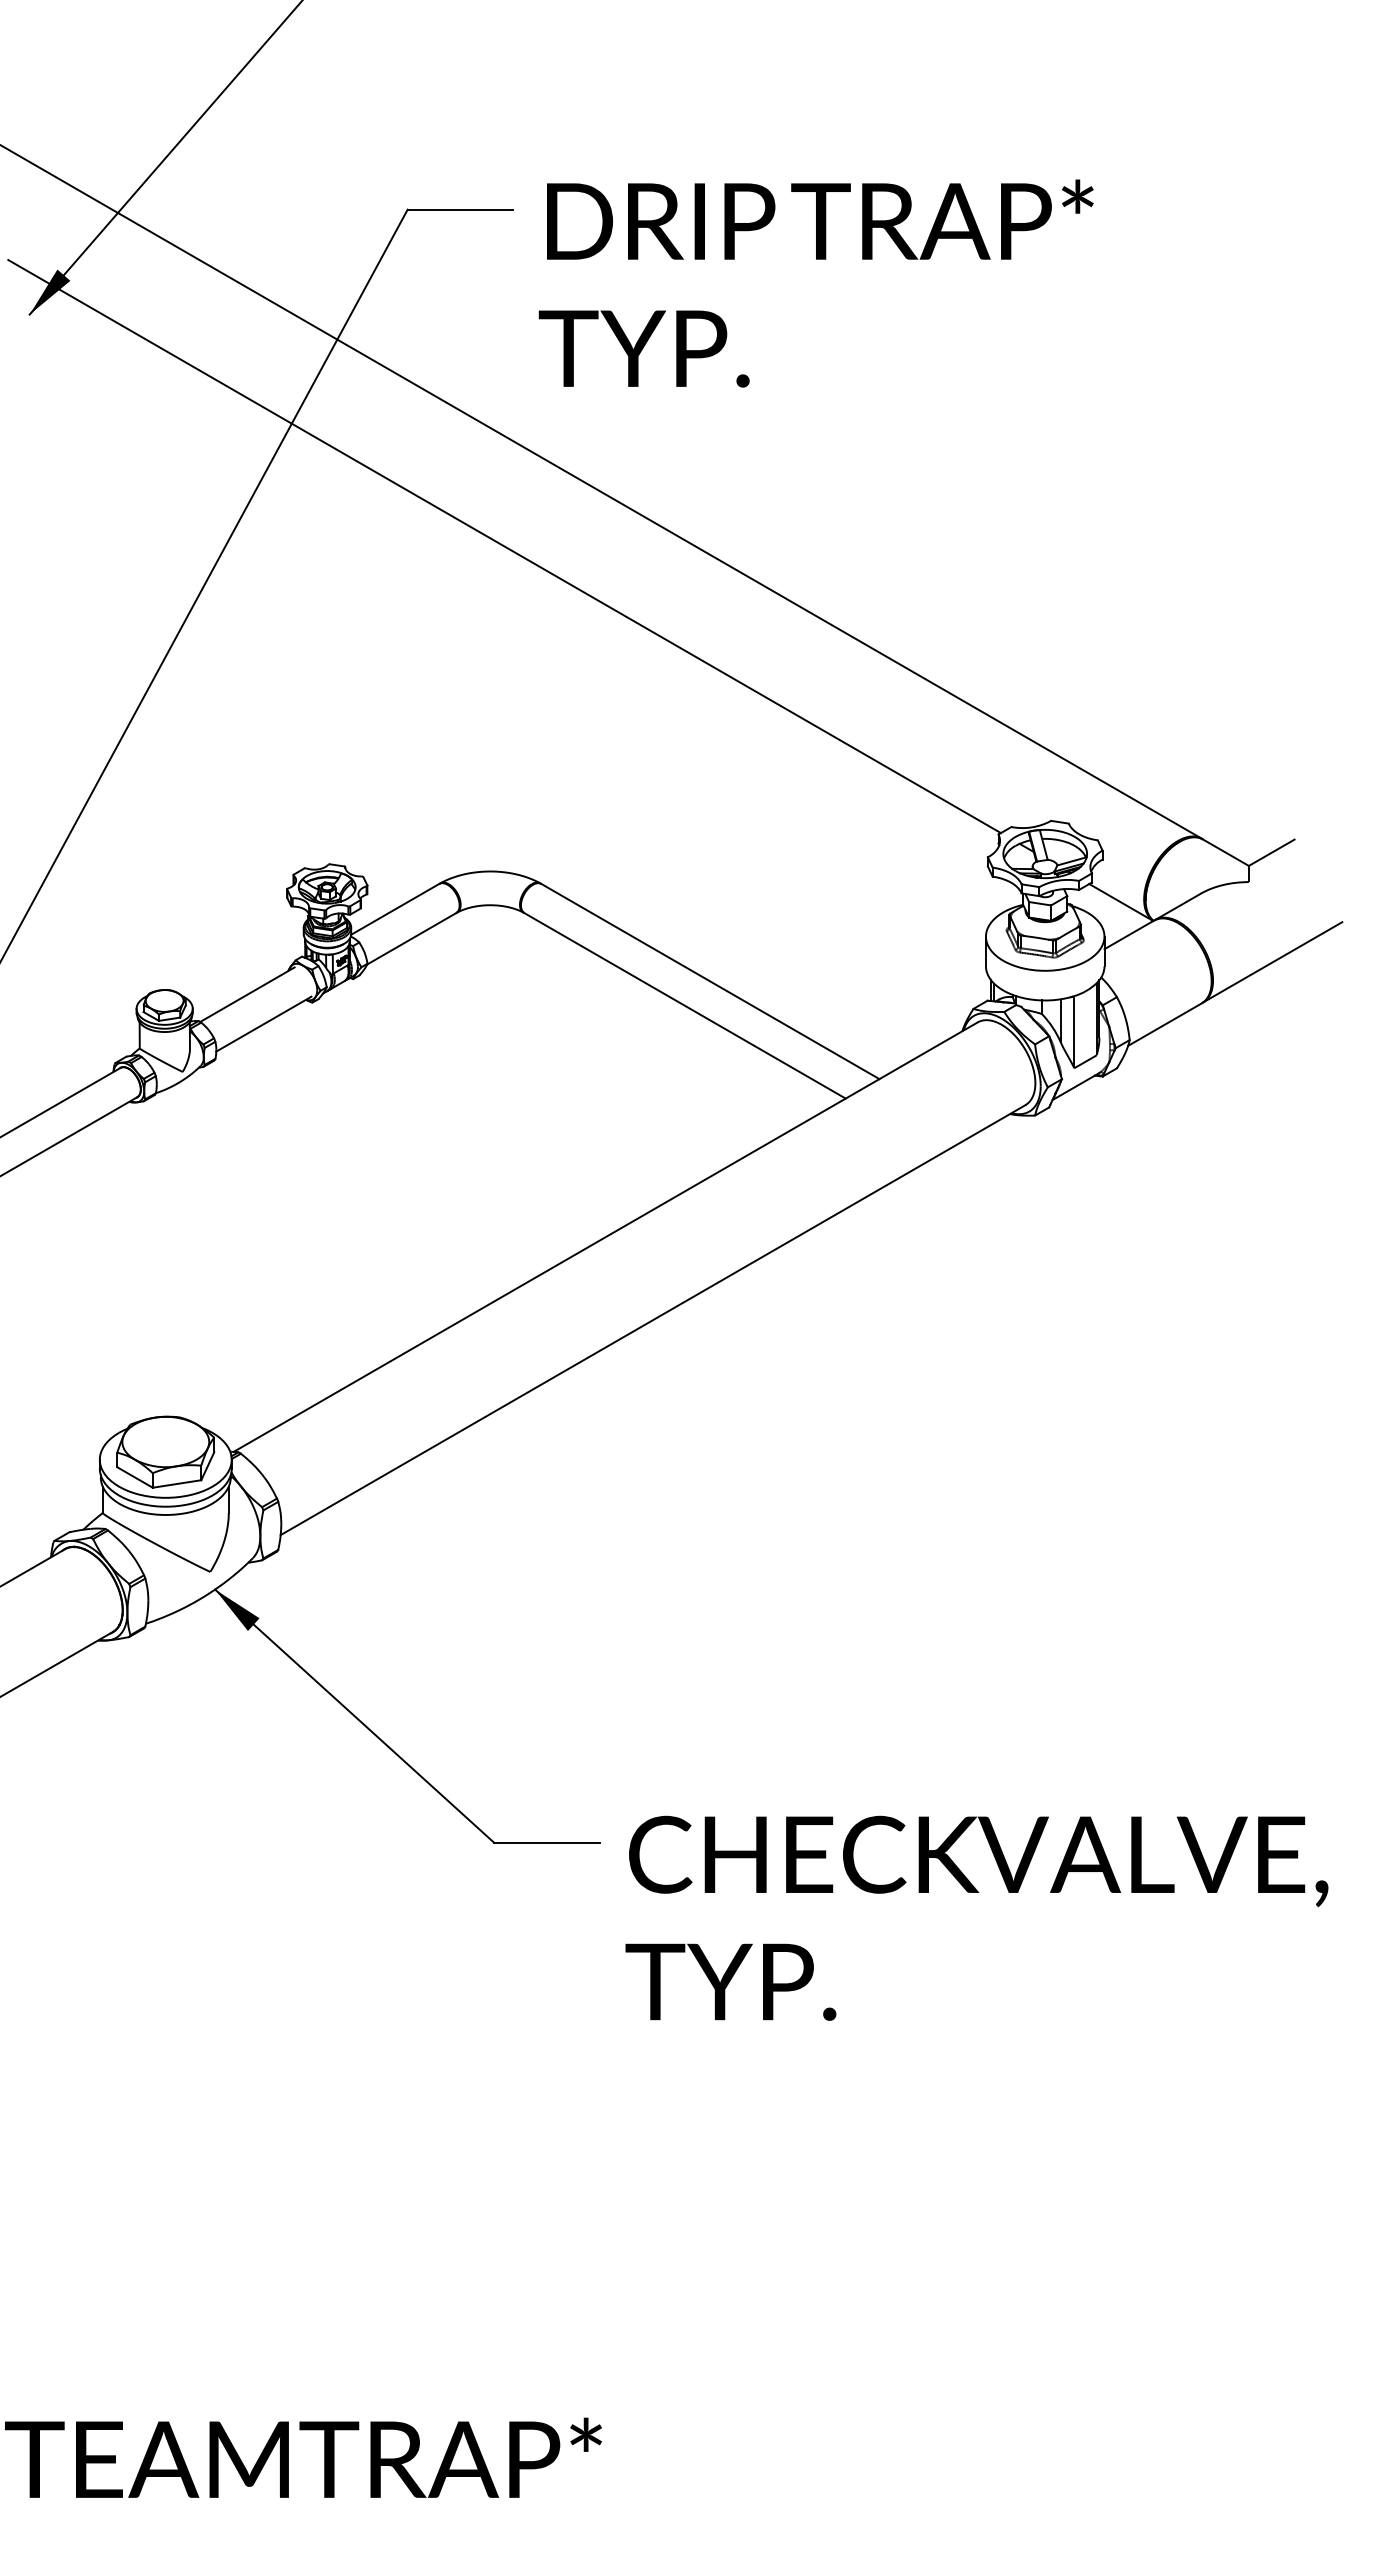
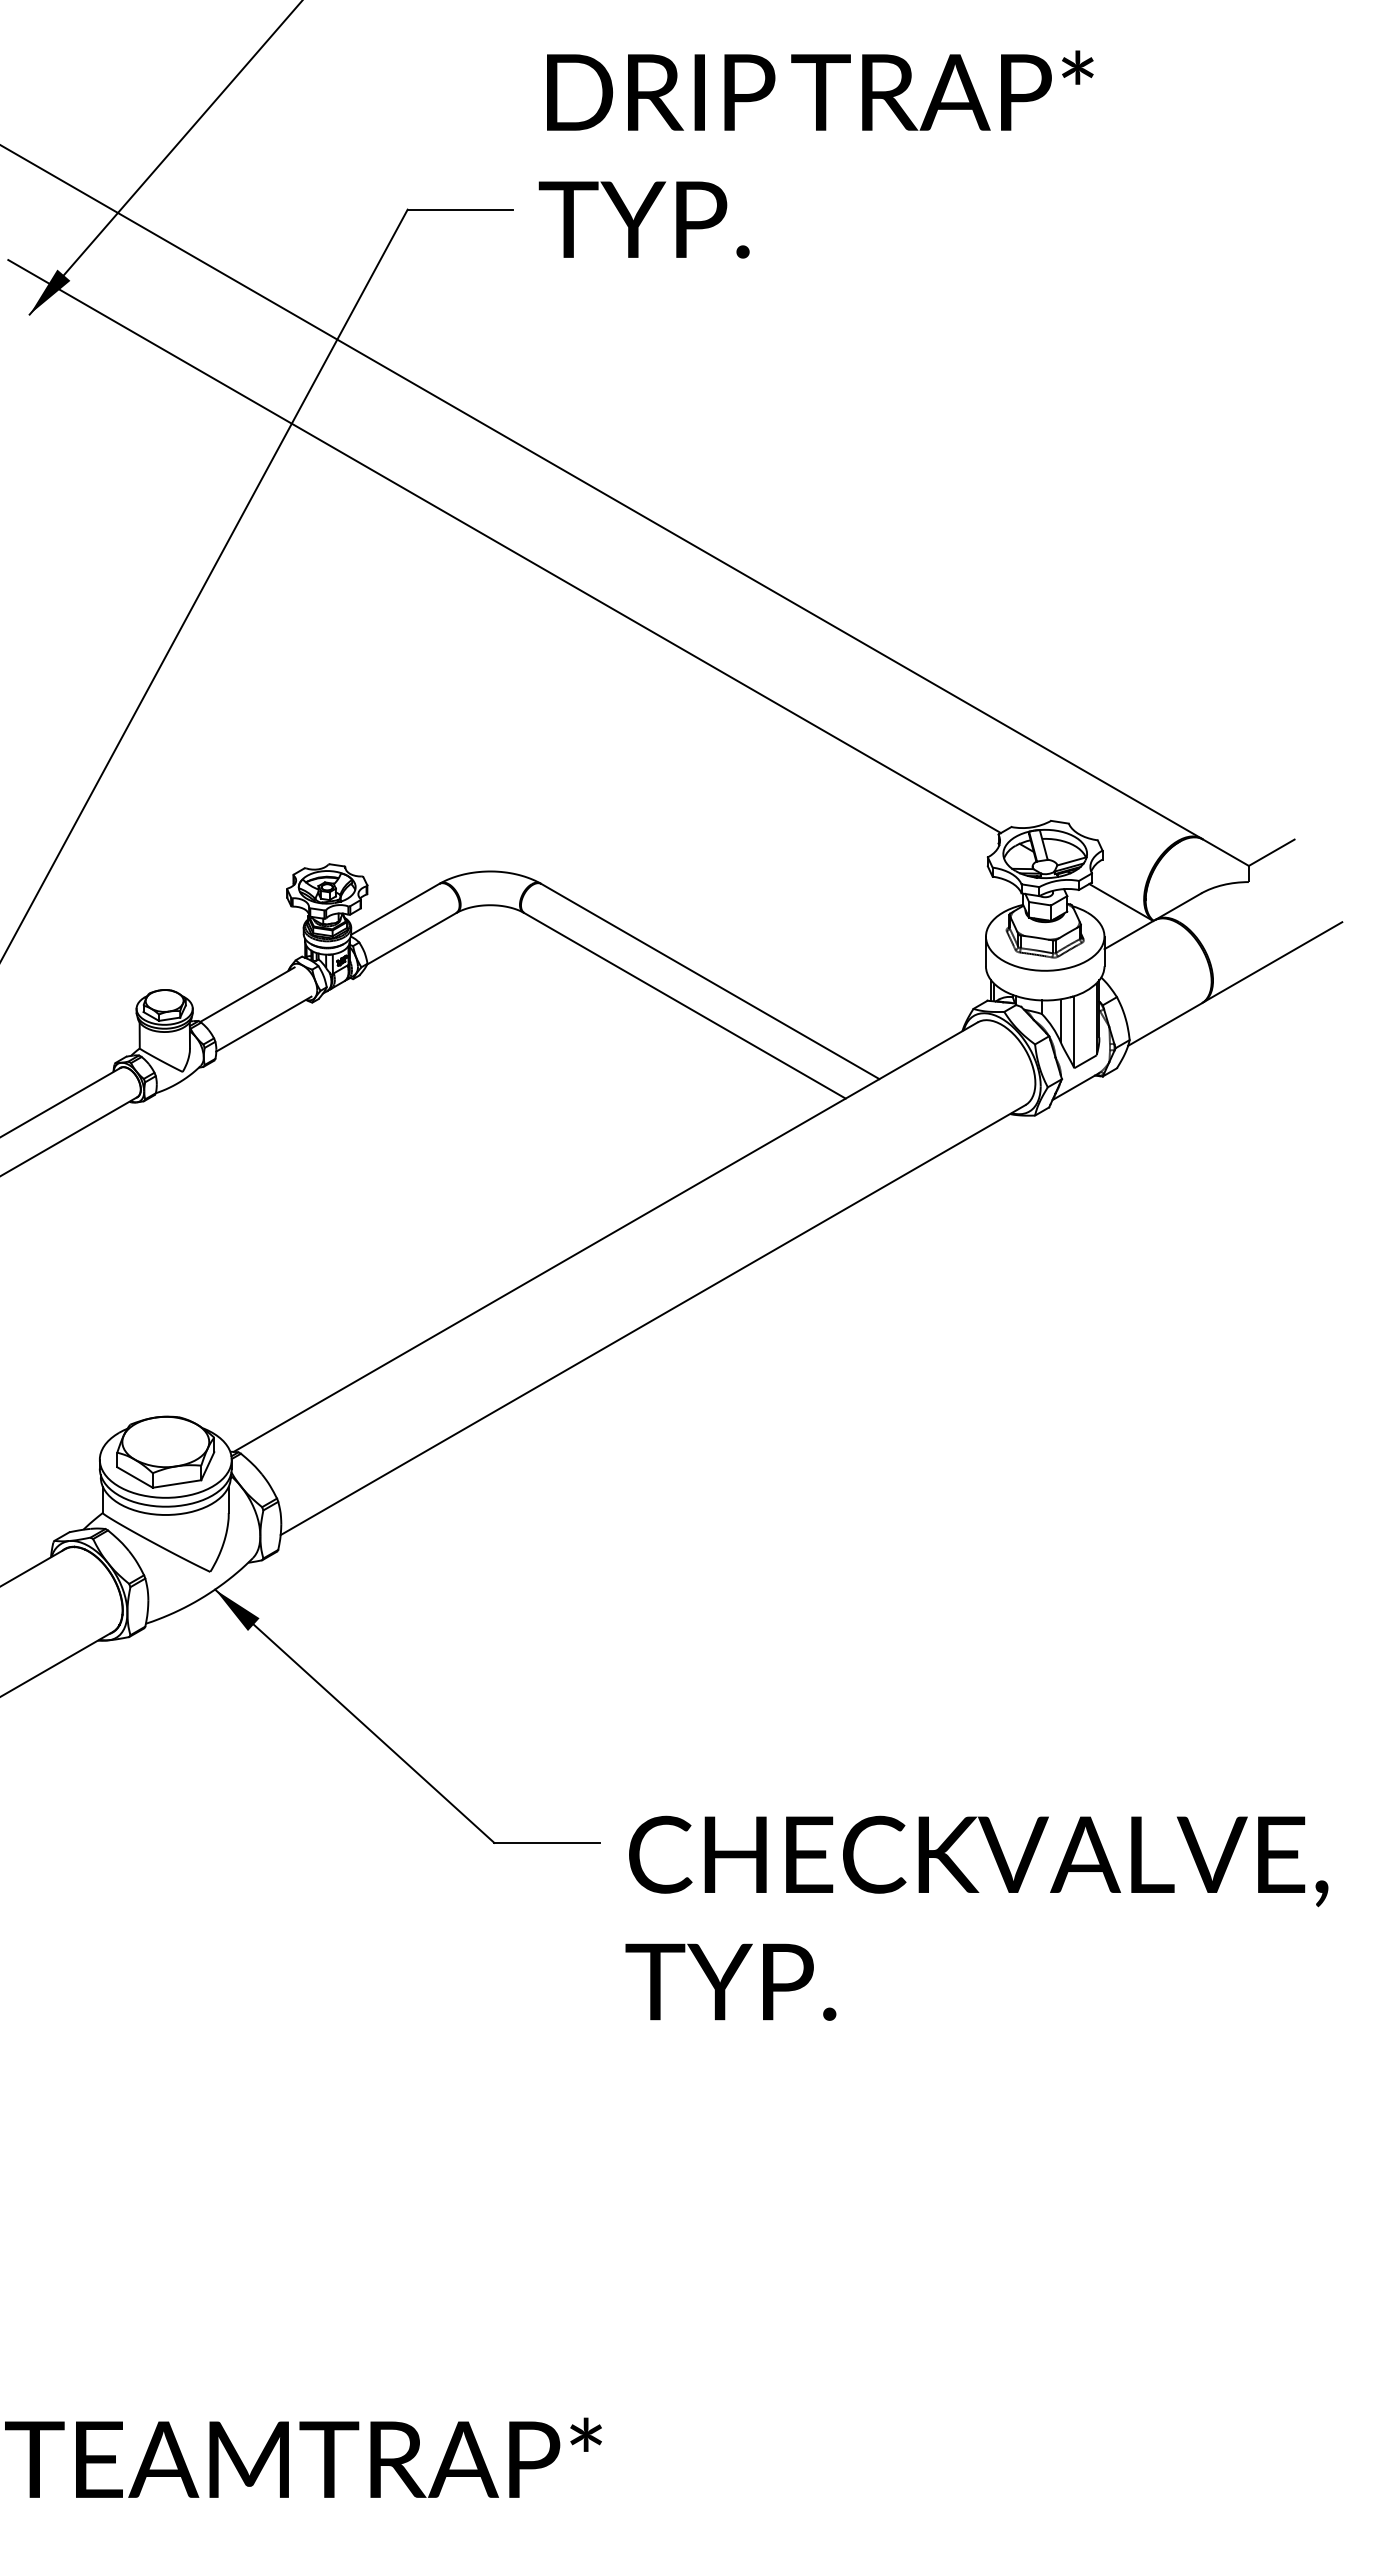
text at (815, 283) position: (815, 283) -> (815, 154)
